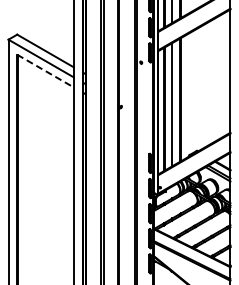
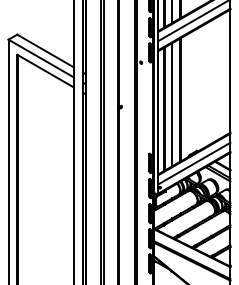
line at (192, 21): none -> present
line at (45, 71): dashed -> solid
line at (194, 163): none -> present
